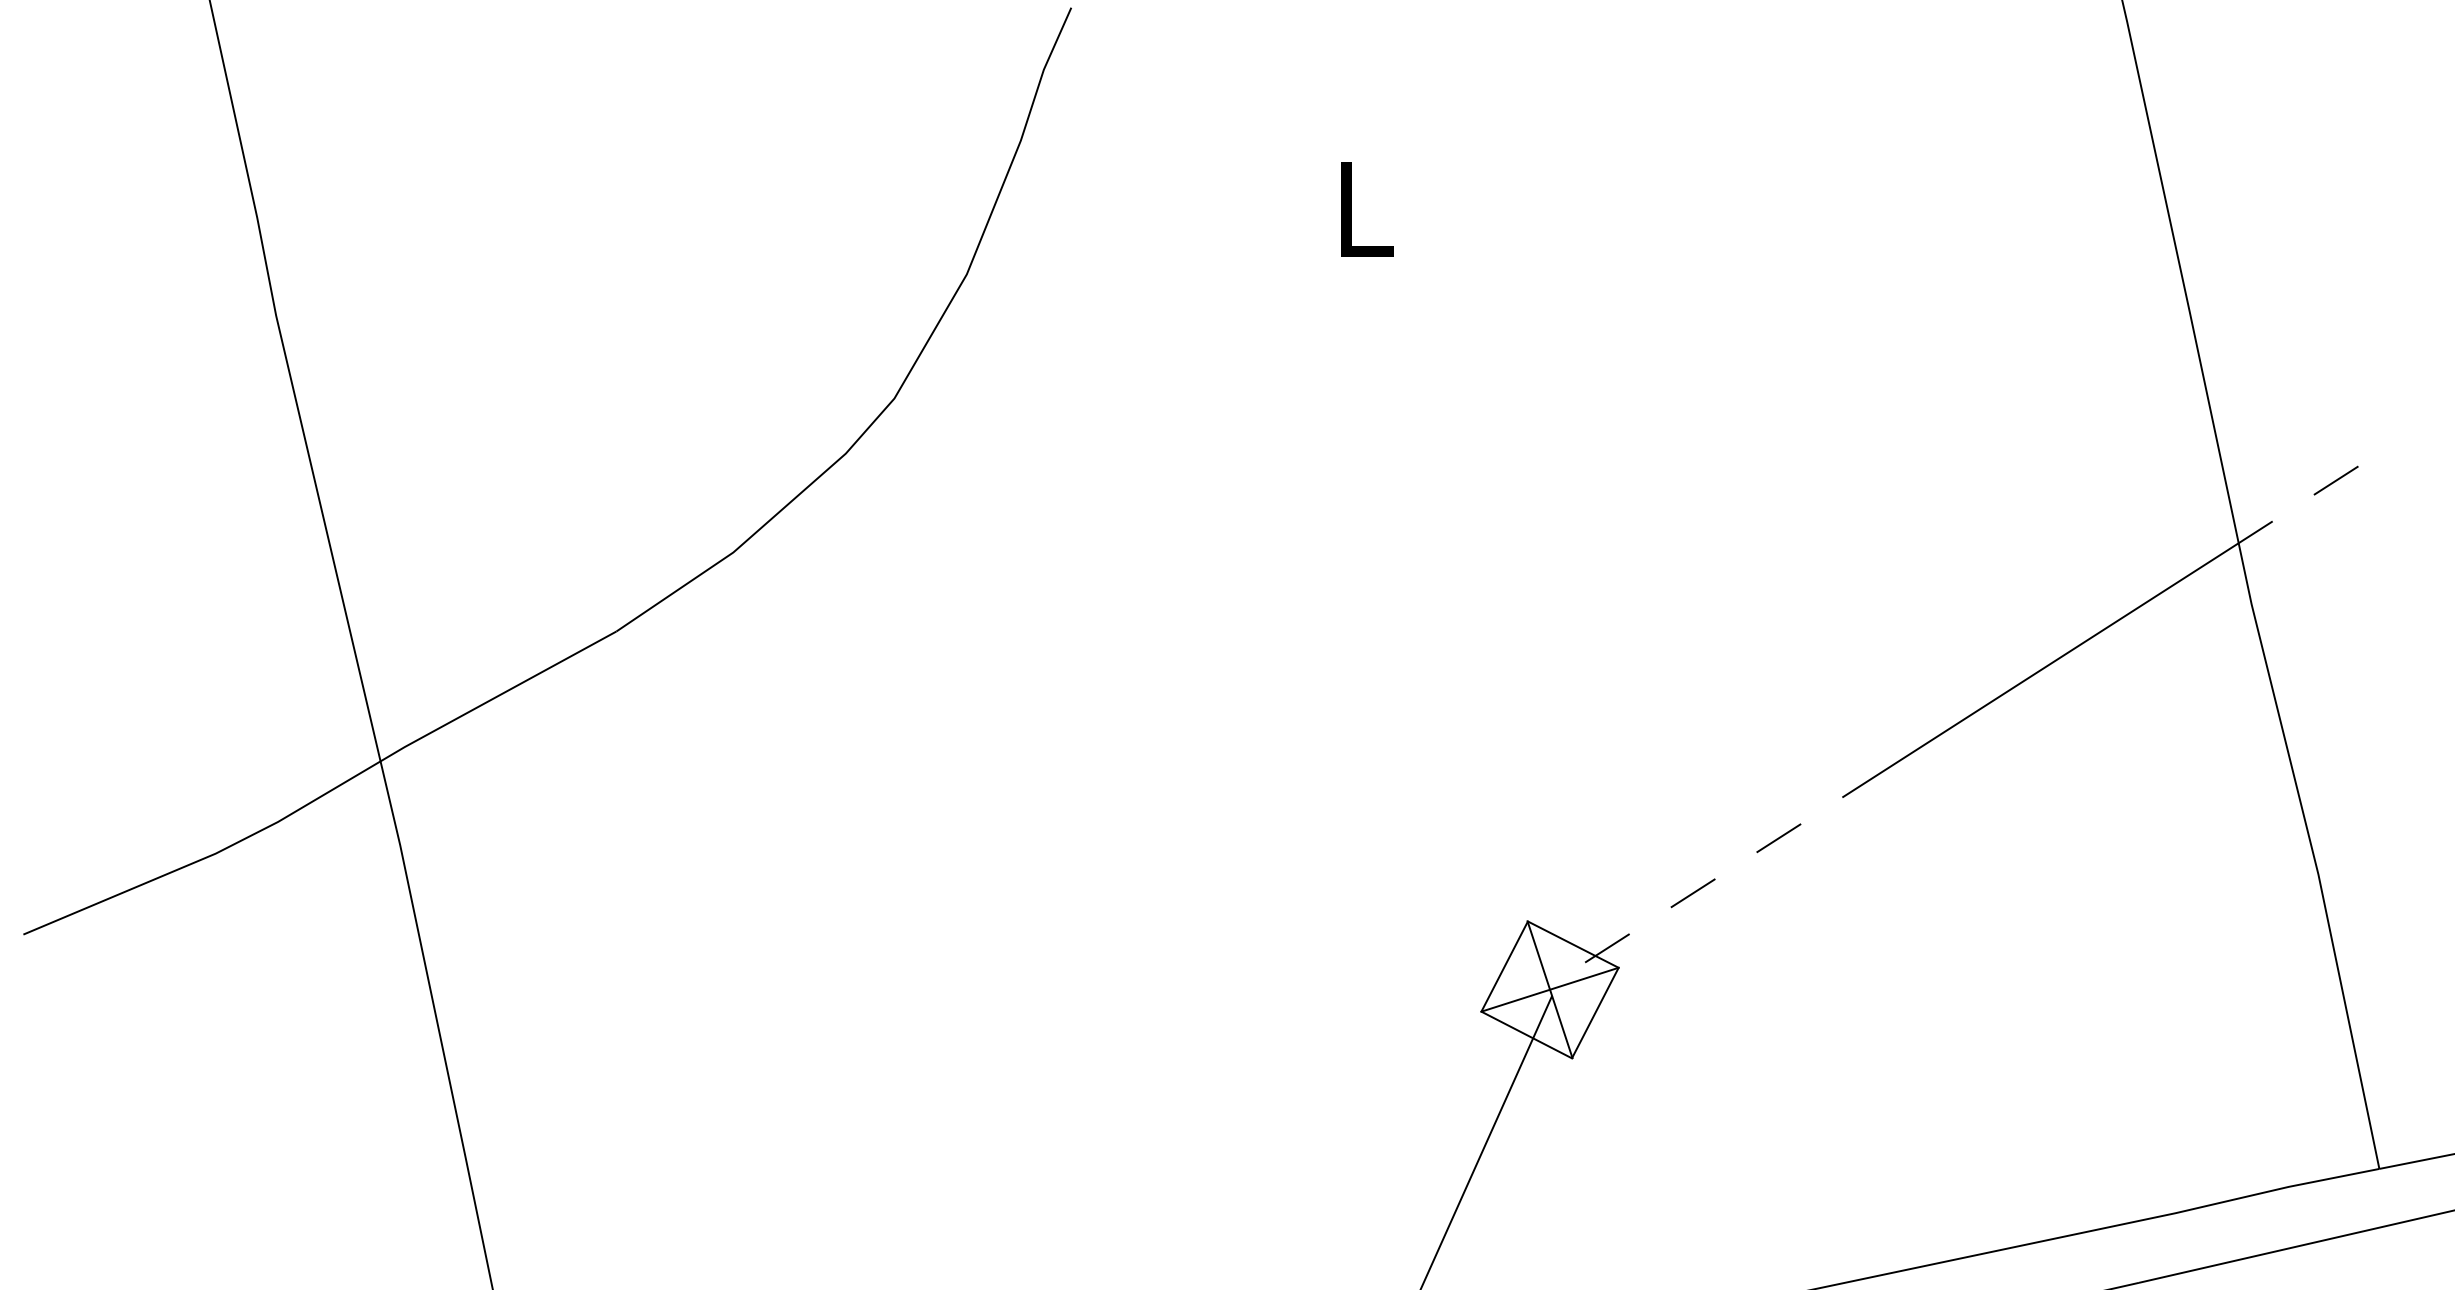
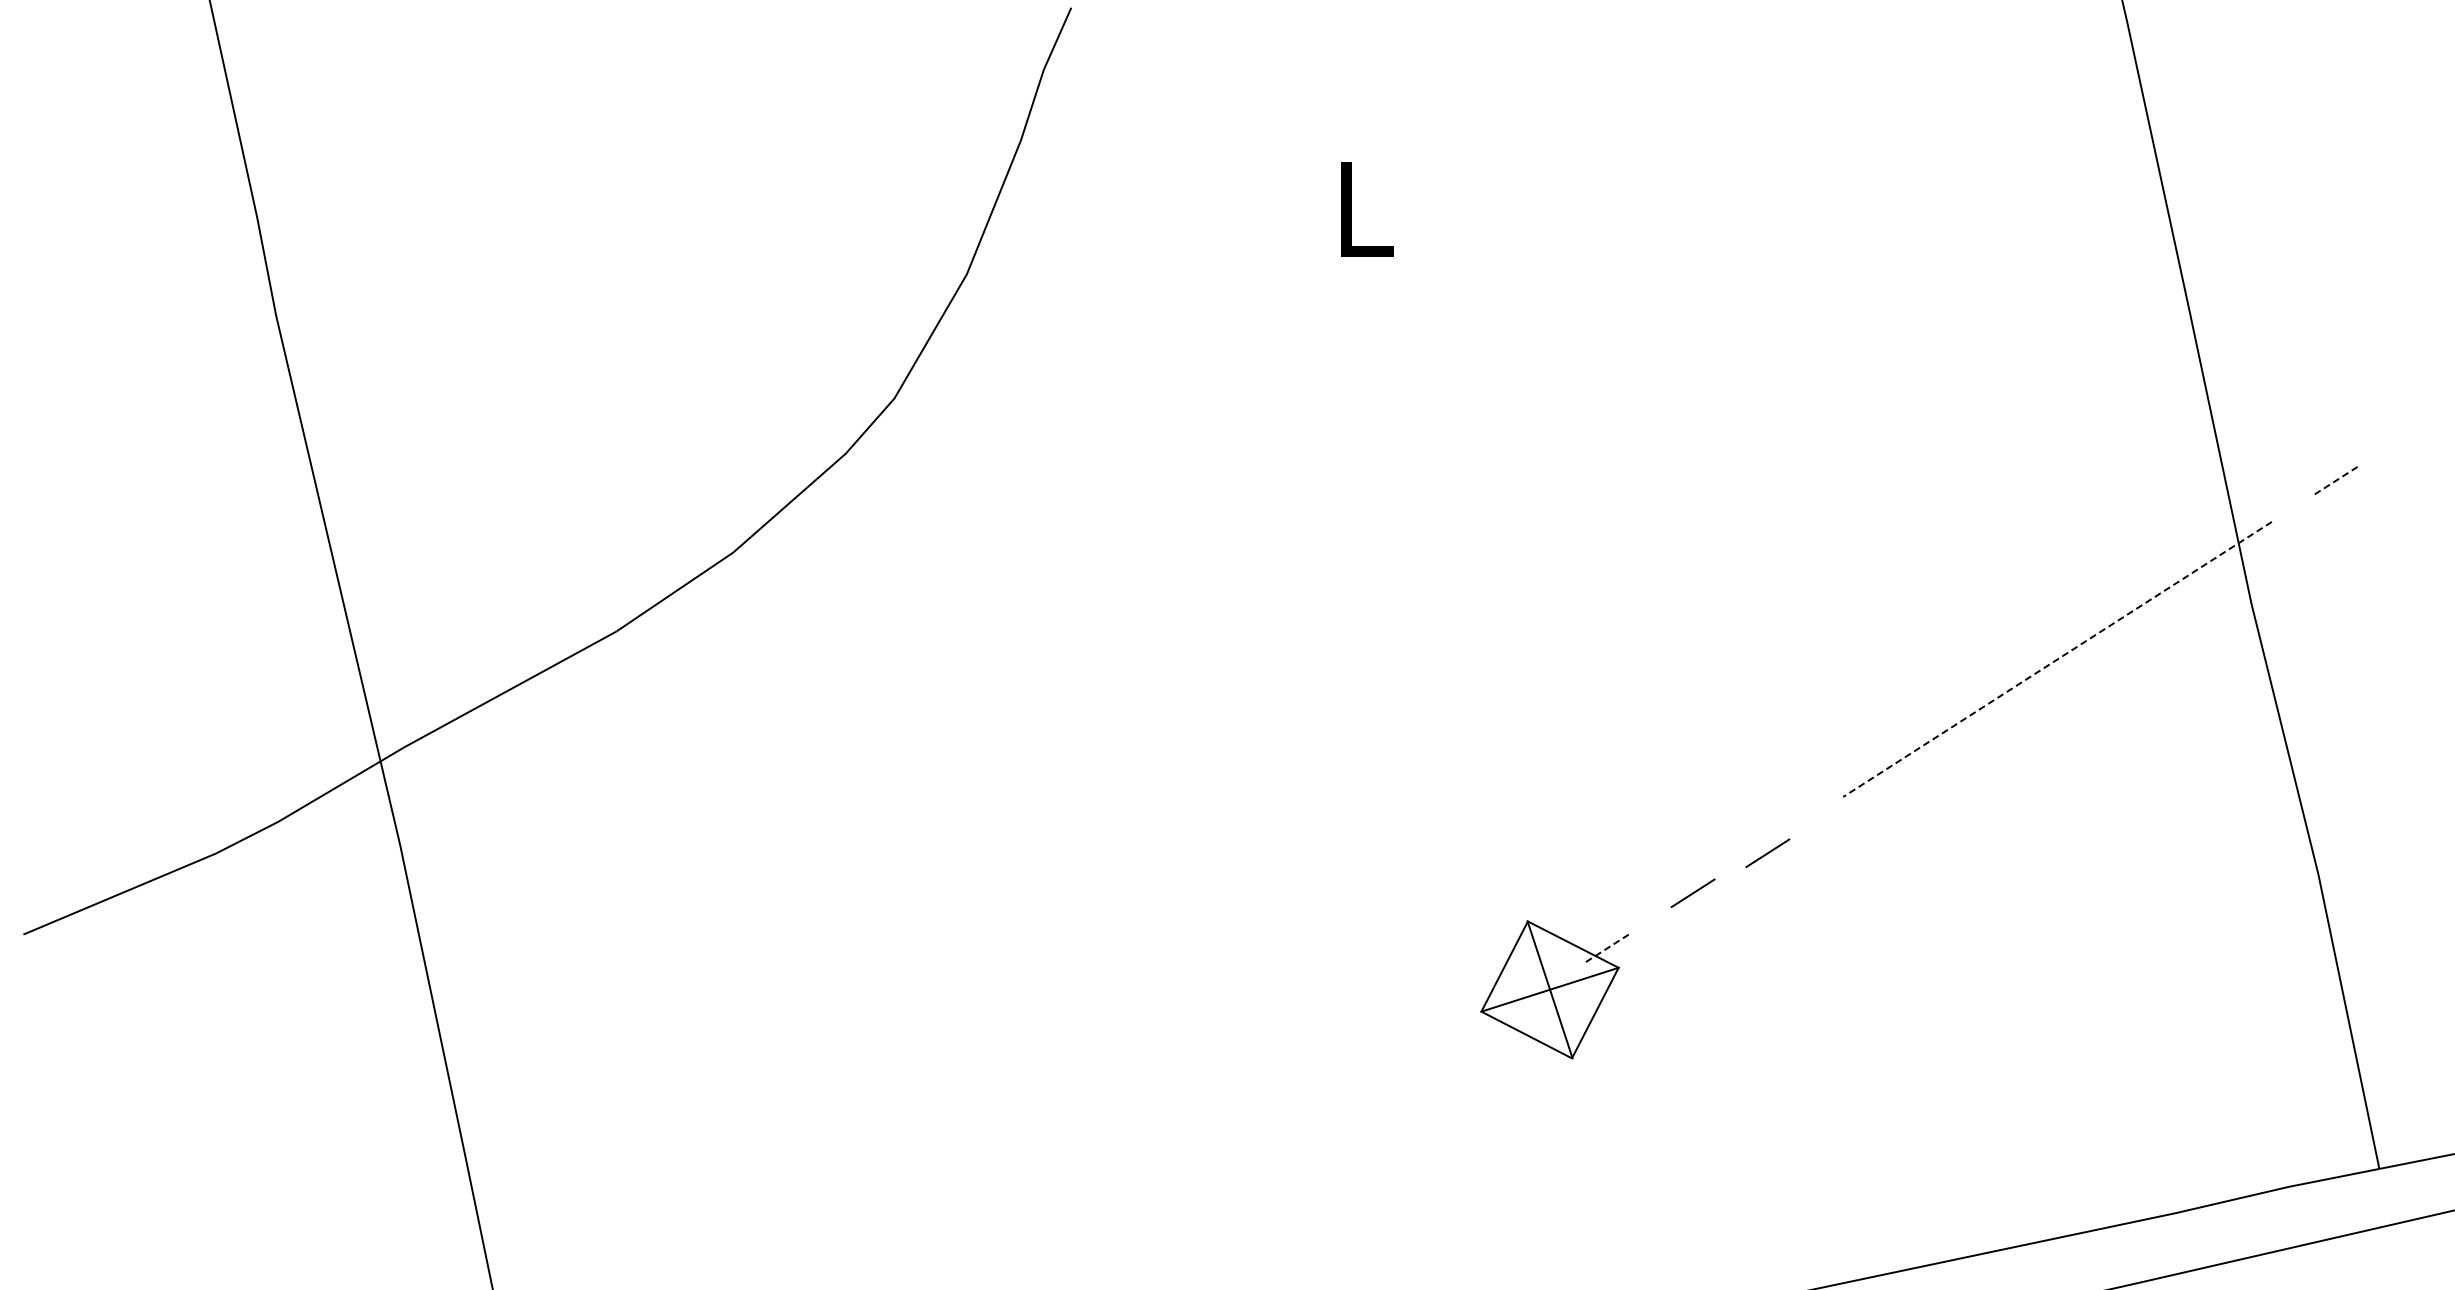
line at (2335, 480): solid -> dashed
line at (2057, 659): solid -> dashed
line at (1778, 838) position: (1778, 838) -> (1767, 853)
line at (1606, 948): solid -> dashed
line at (1486, 1141): present -> none
